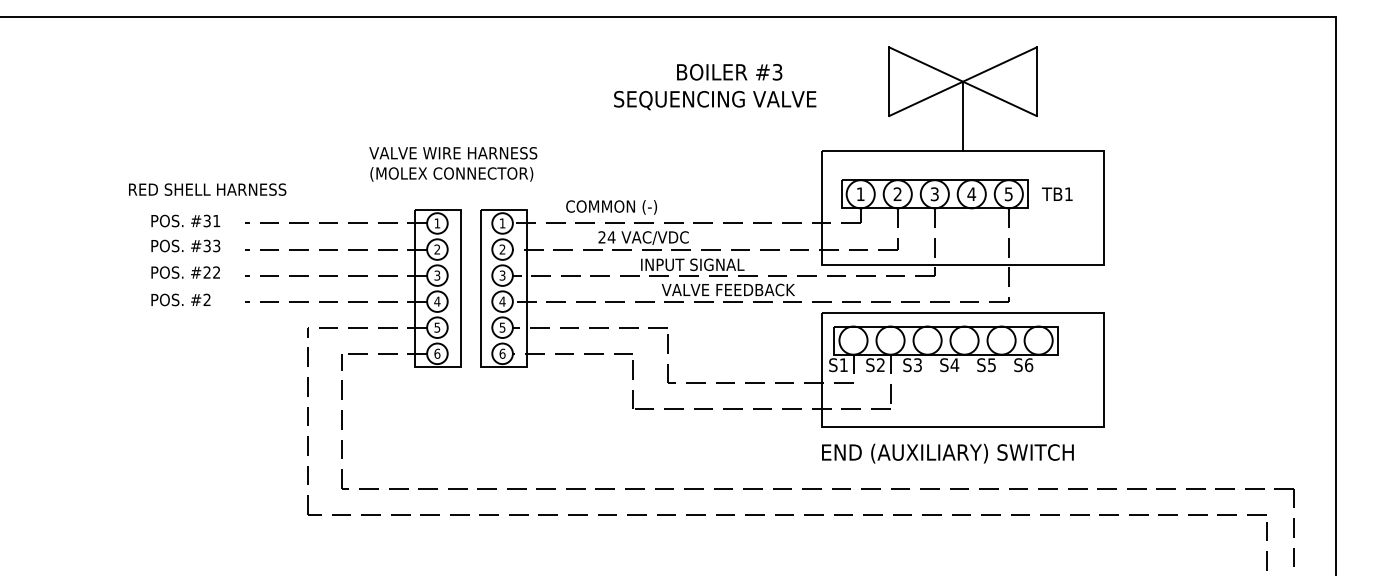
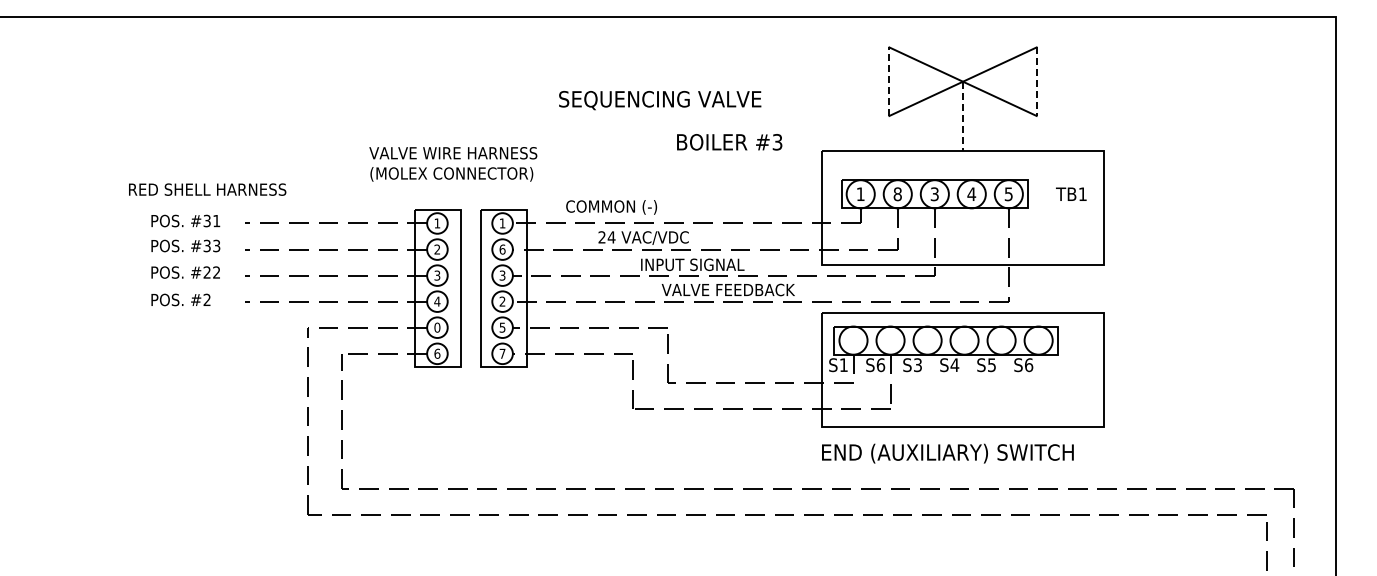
text at (729, 72) position: (729, 72) -> (729, 142)
line at (889, 81): solid -> dashed
line at (1036, 82): solid -> dashed
text at (715, 100) position: (715, 100) -> (660, 100)
line at (962, 116): solid -> dashed
text at (1057, 193) position: (1057, 193) -> (1071, 193)
text at (897, 194): 2 -> 8
text at (502, 249): 2 -> 6
text at (502, 301): 4 -> 2
text at (437, 327): 5 -> 0
text at (502, 353): 6 -> 7
text at (880, 365): S2 -> S6
